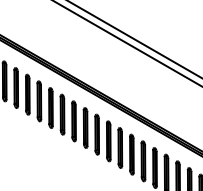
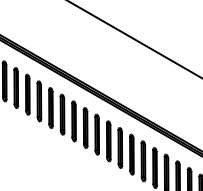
line at (127, 43): present -> none
